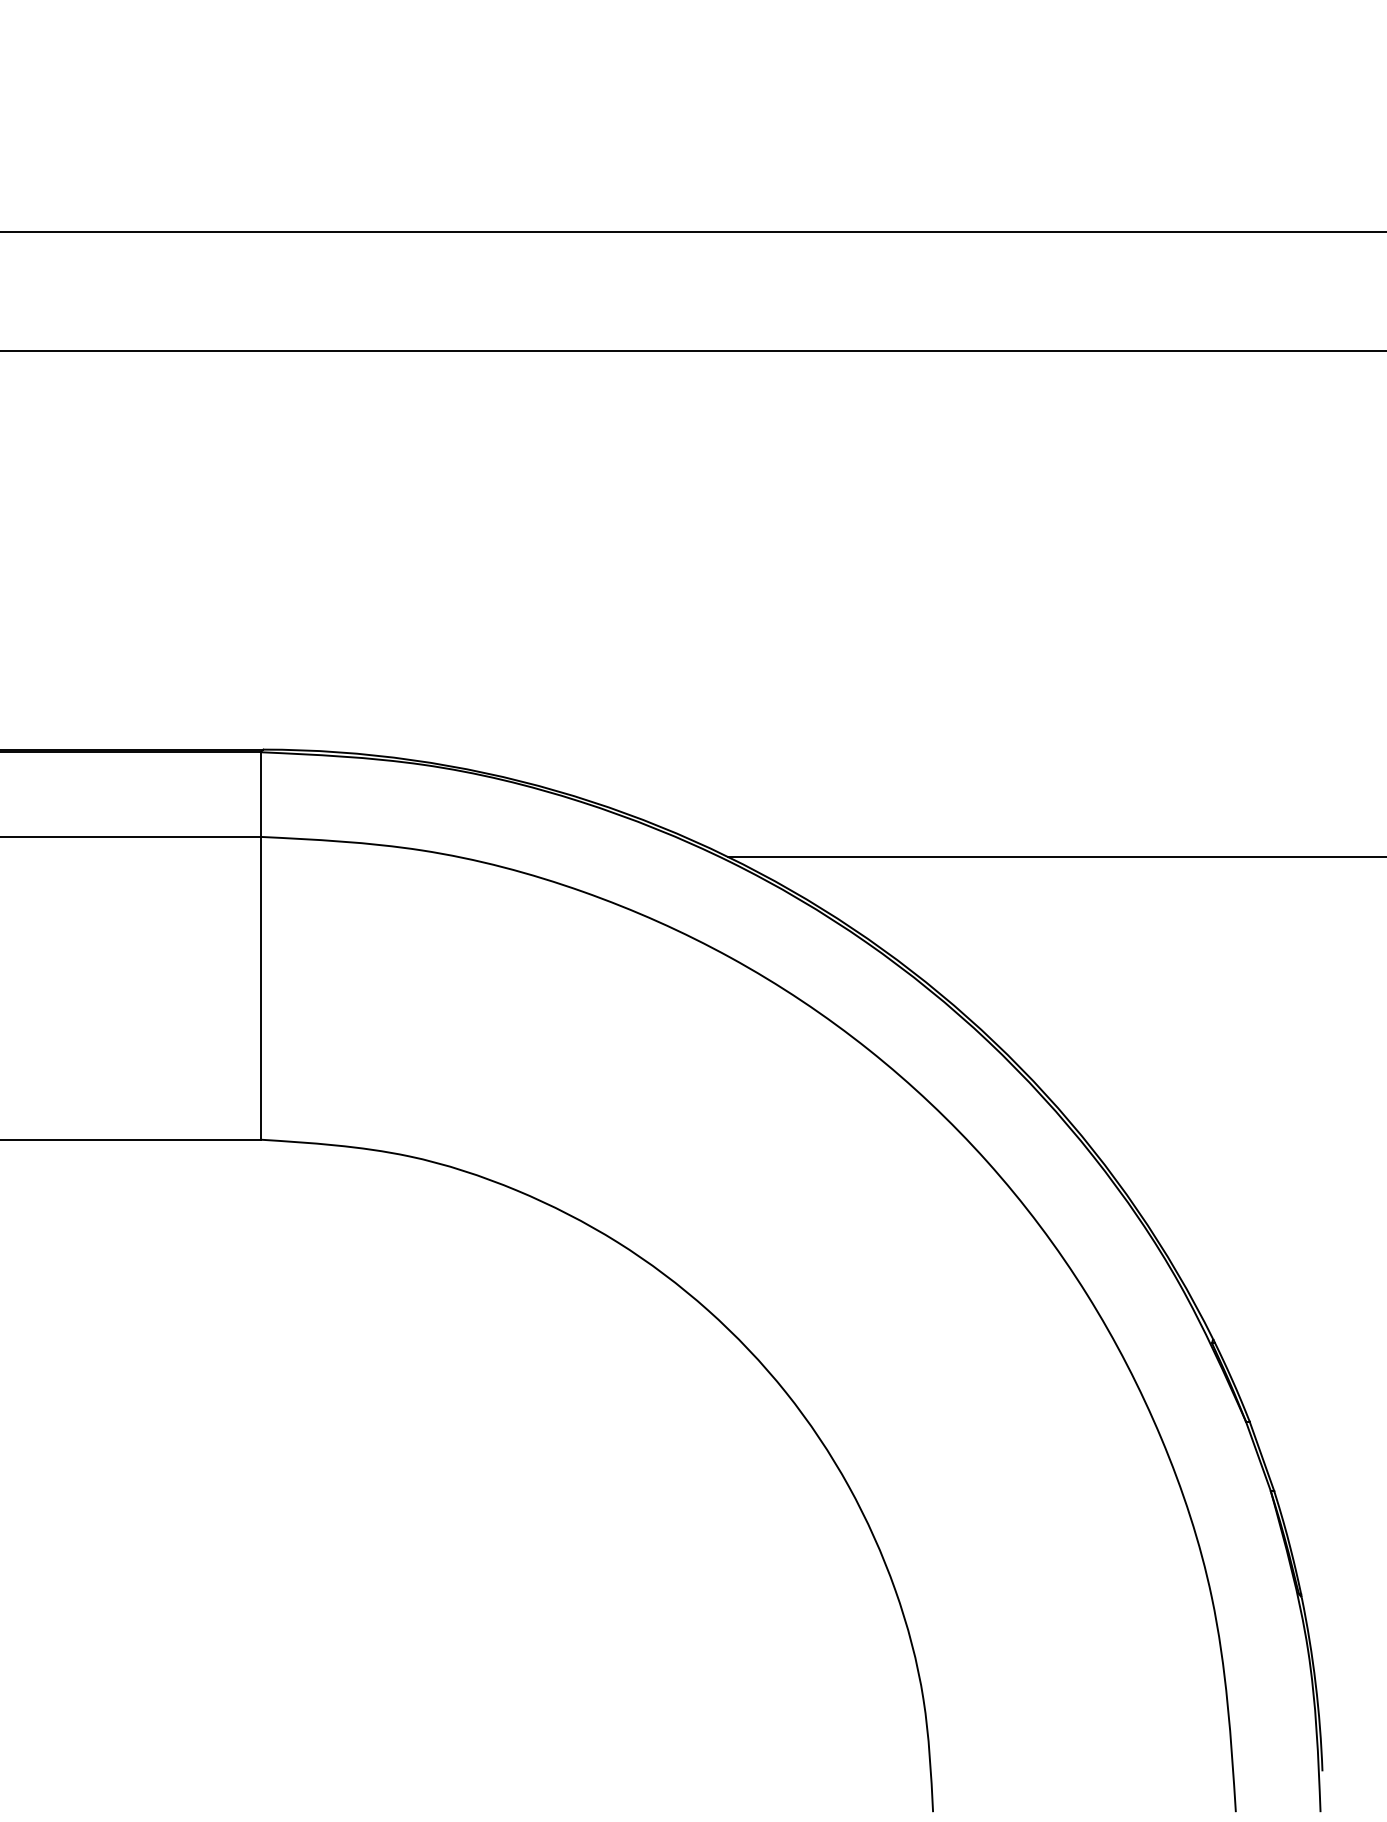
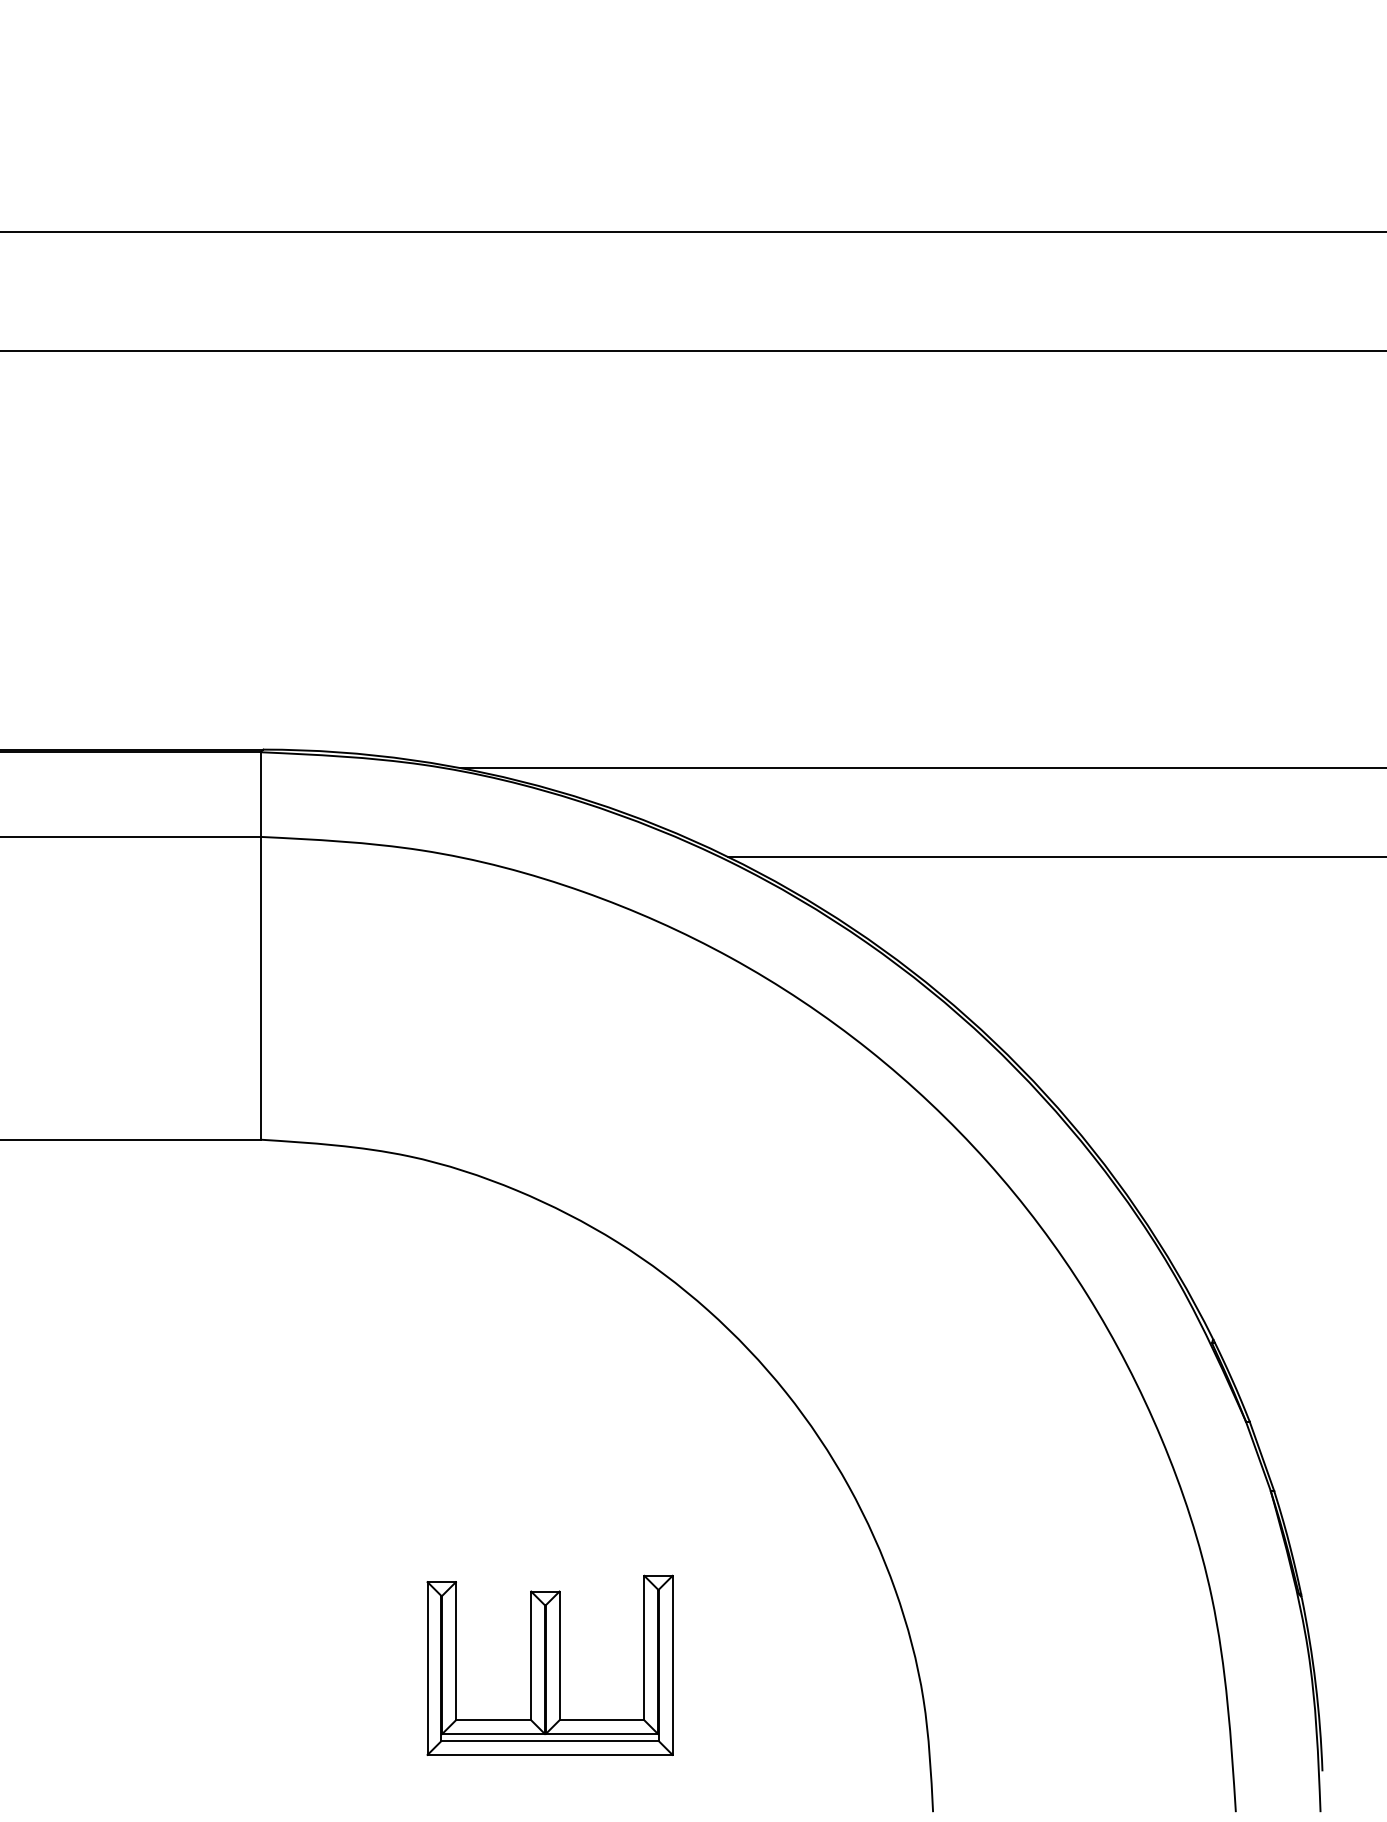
line at (922, 768): none -> present
part at (549, 1664): none -> present
